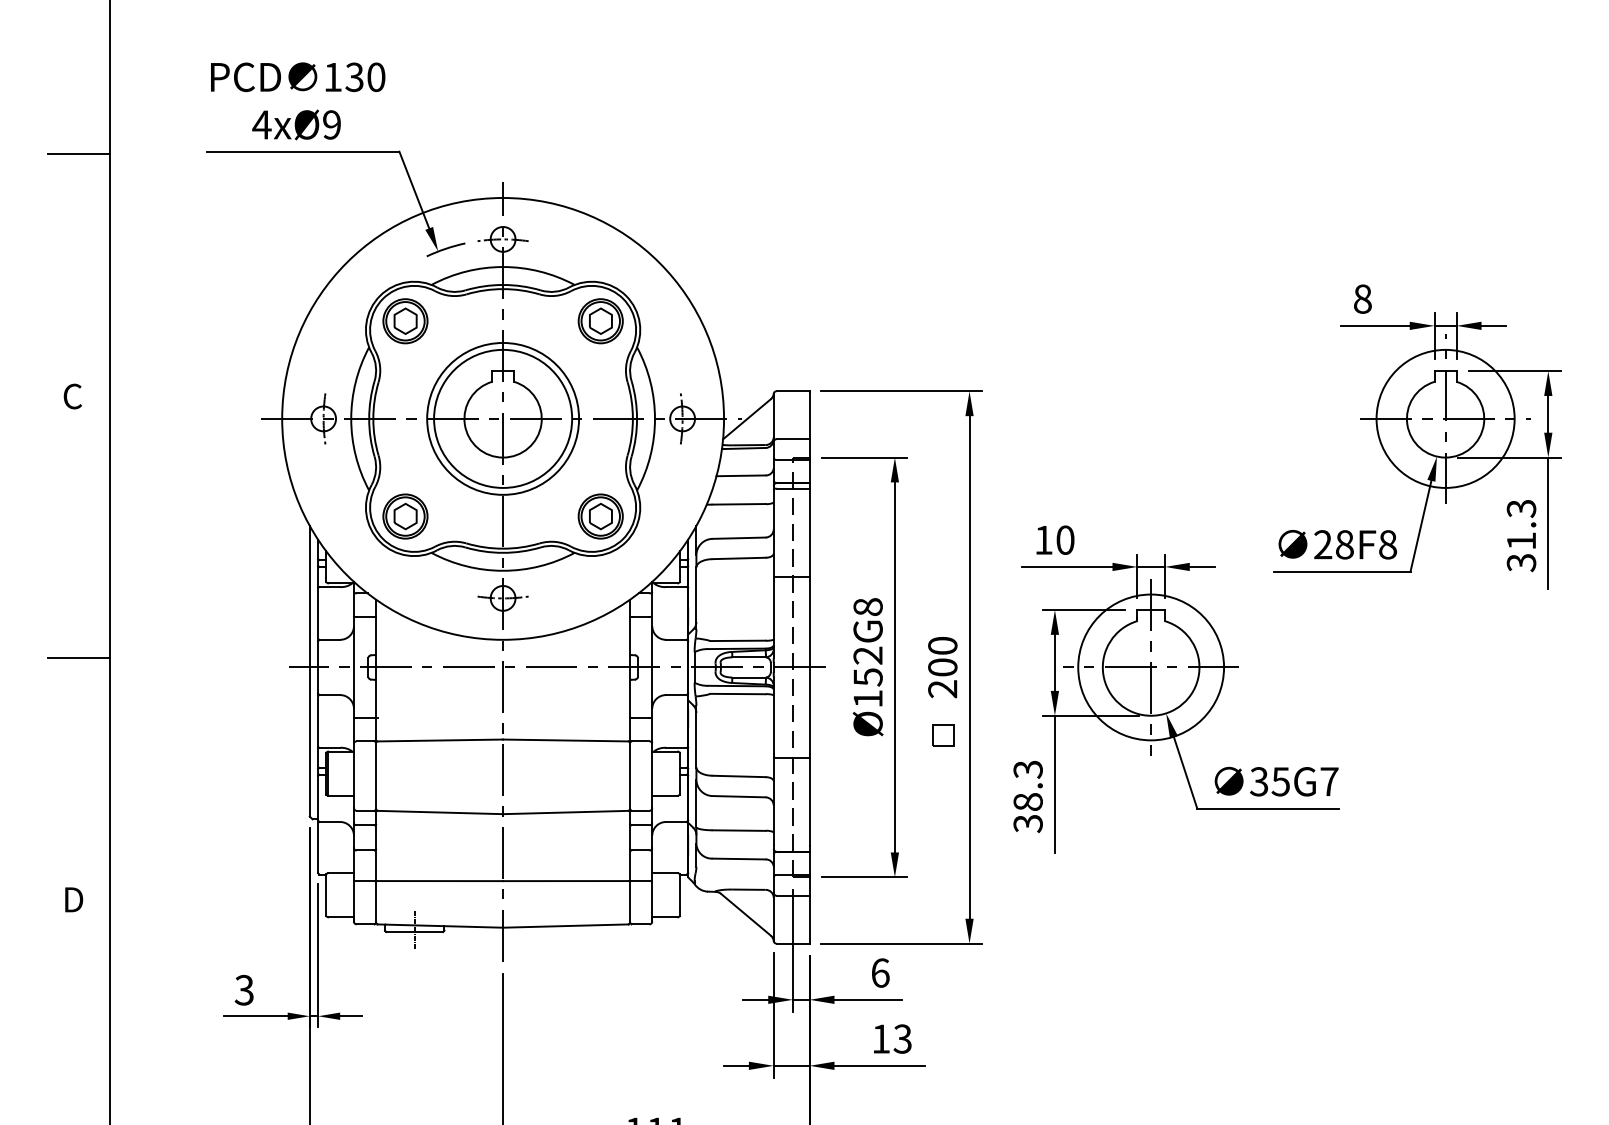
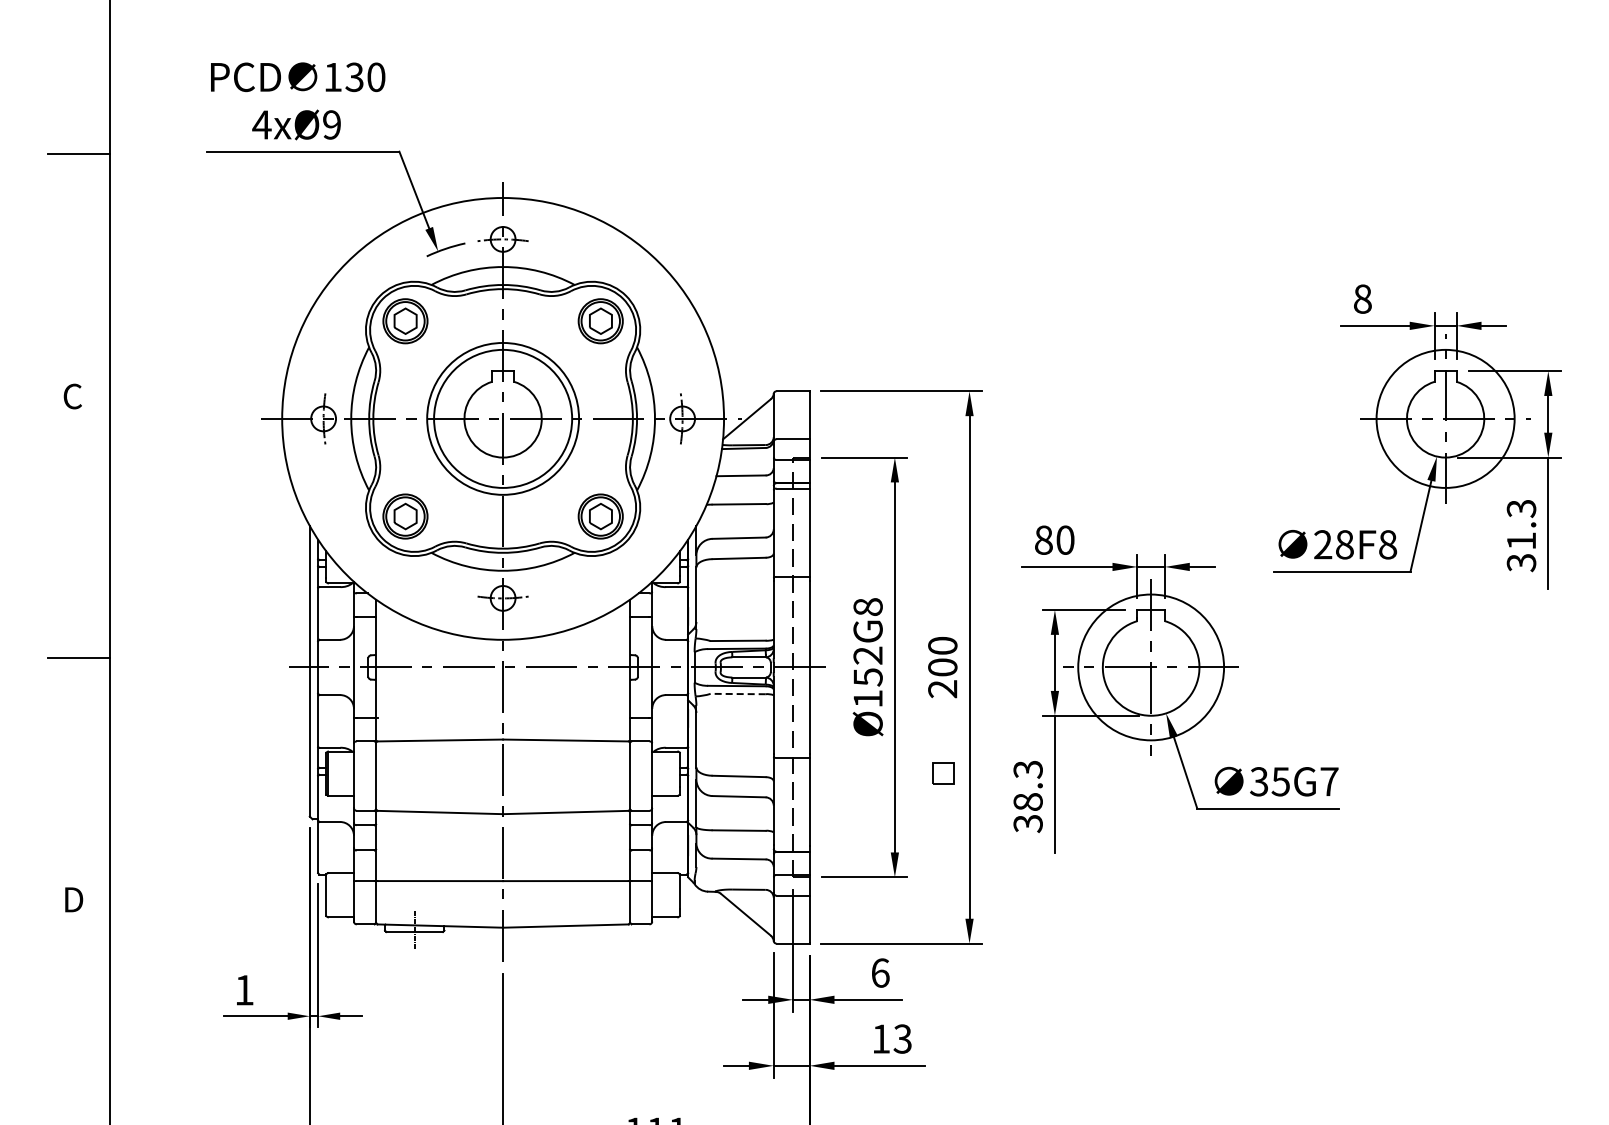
text at (1043, 539): 10 -> 80
line at (738, 694): solid -> dashed
part at (943, 735) position: (943, 735) -> (943, 773)
text at (243, 989): 3 -> 1
